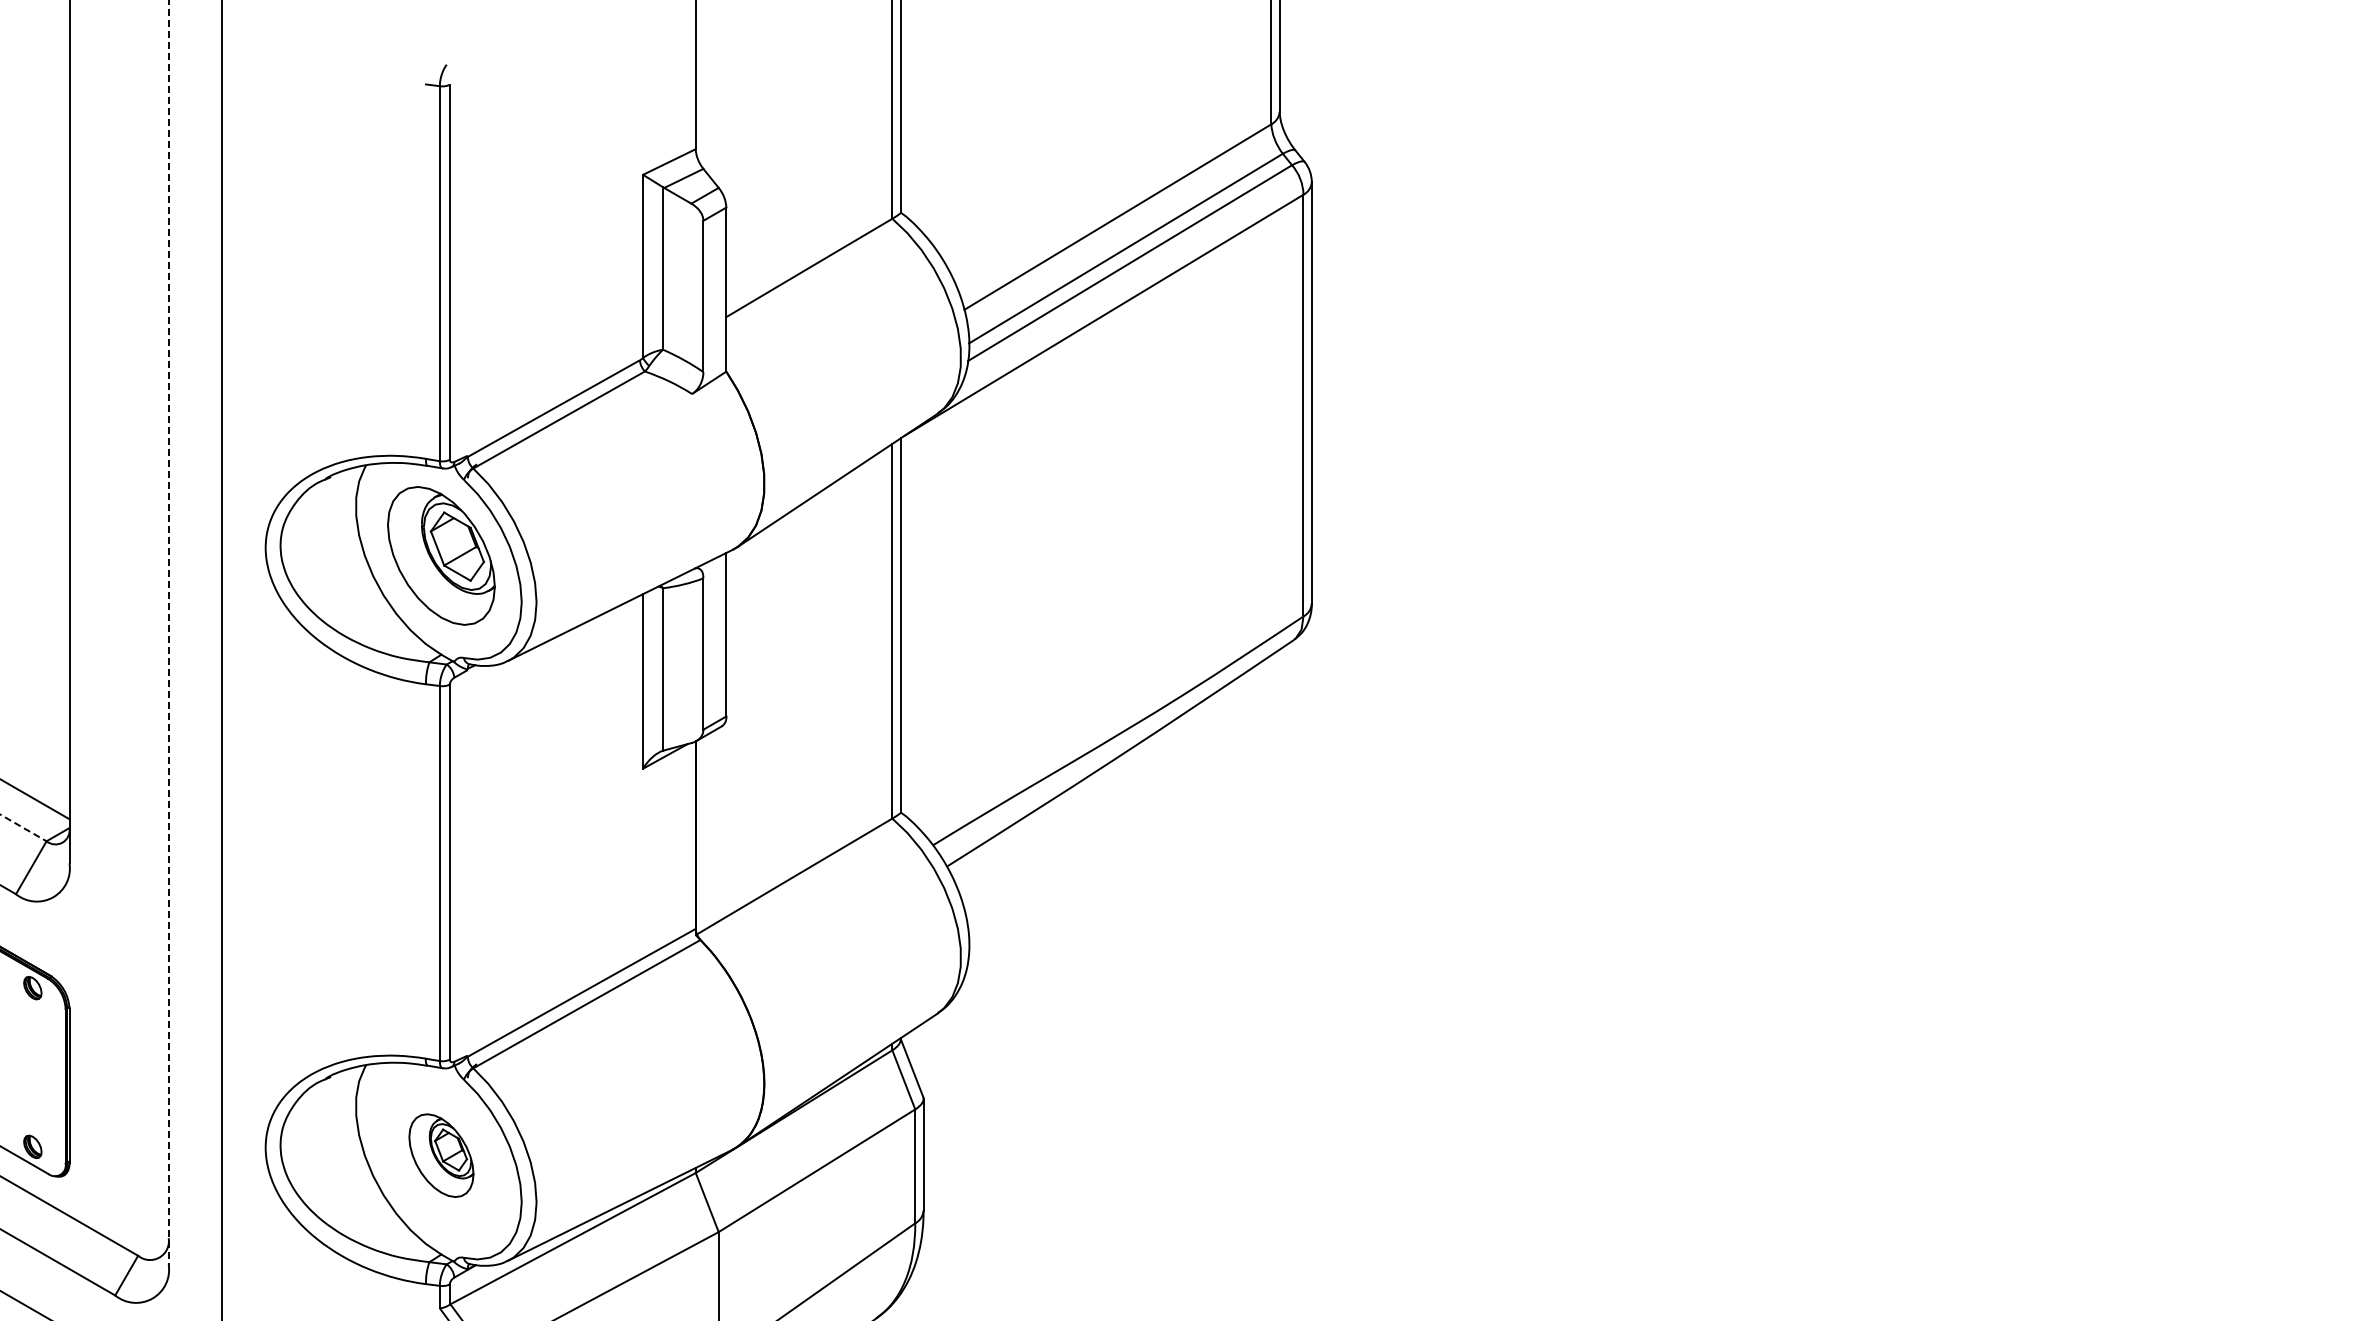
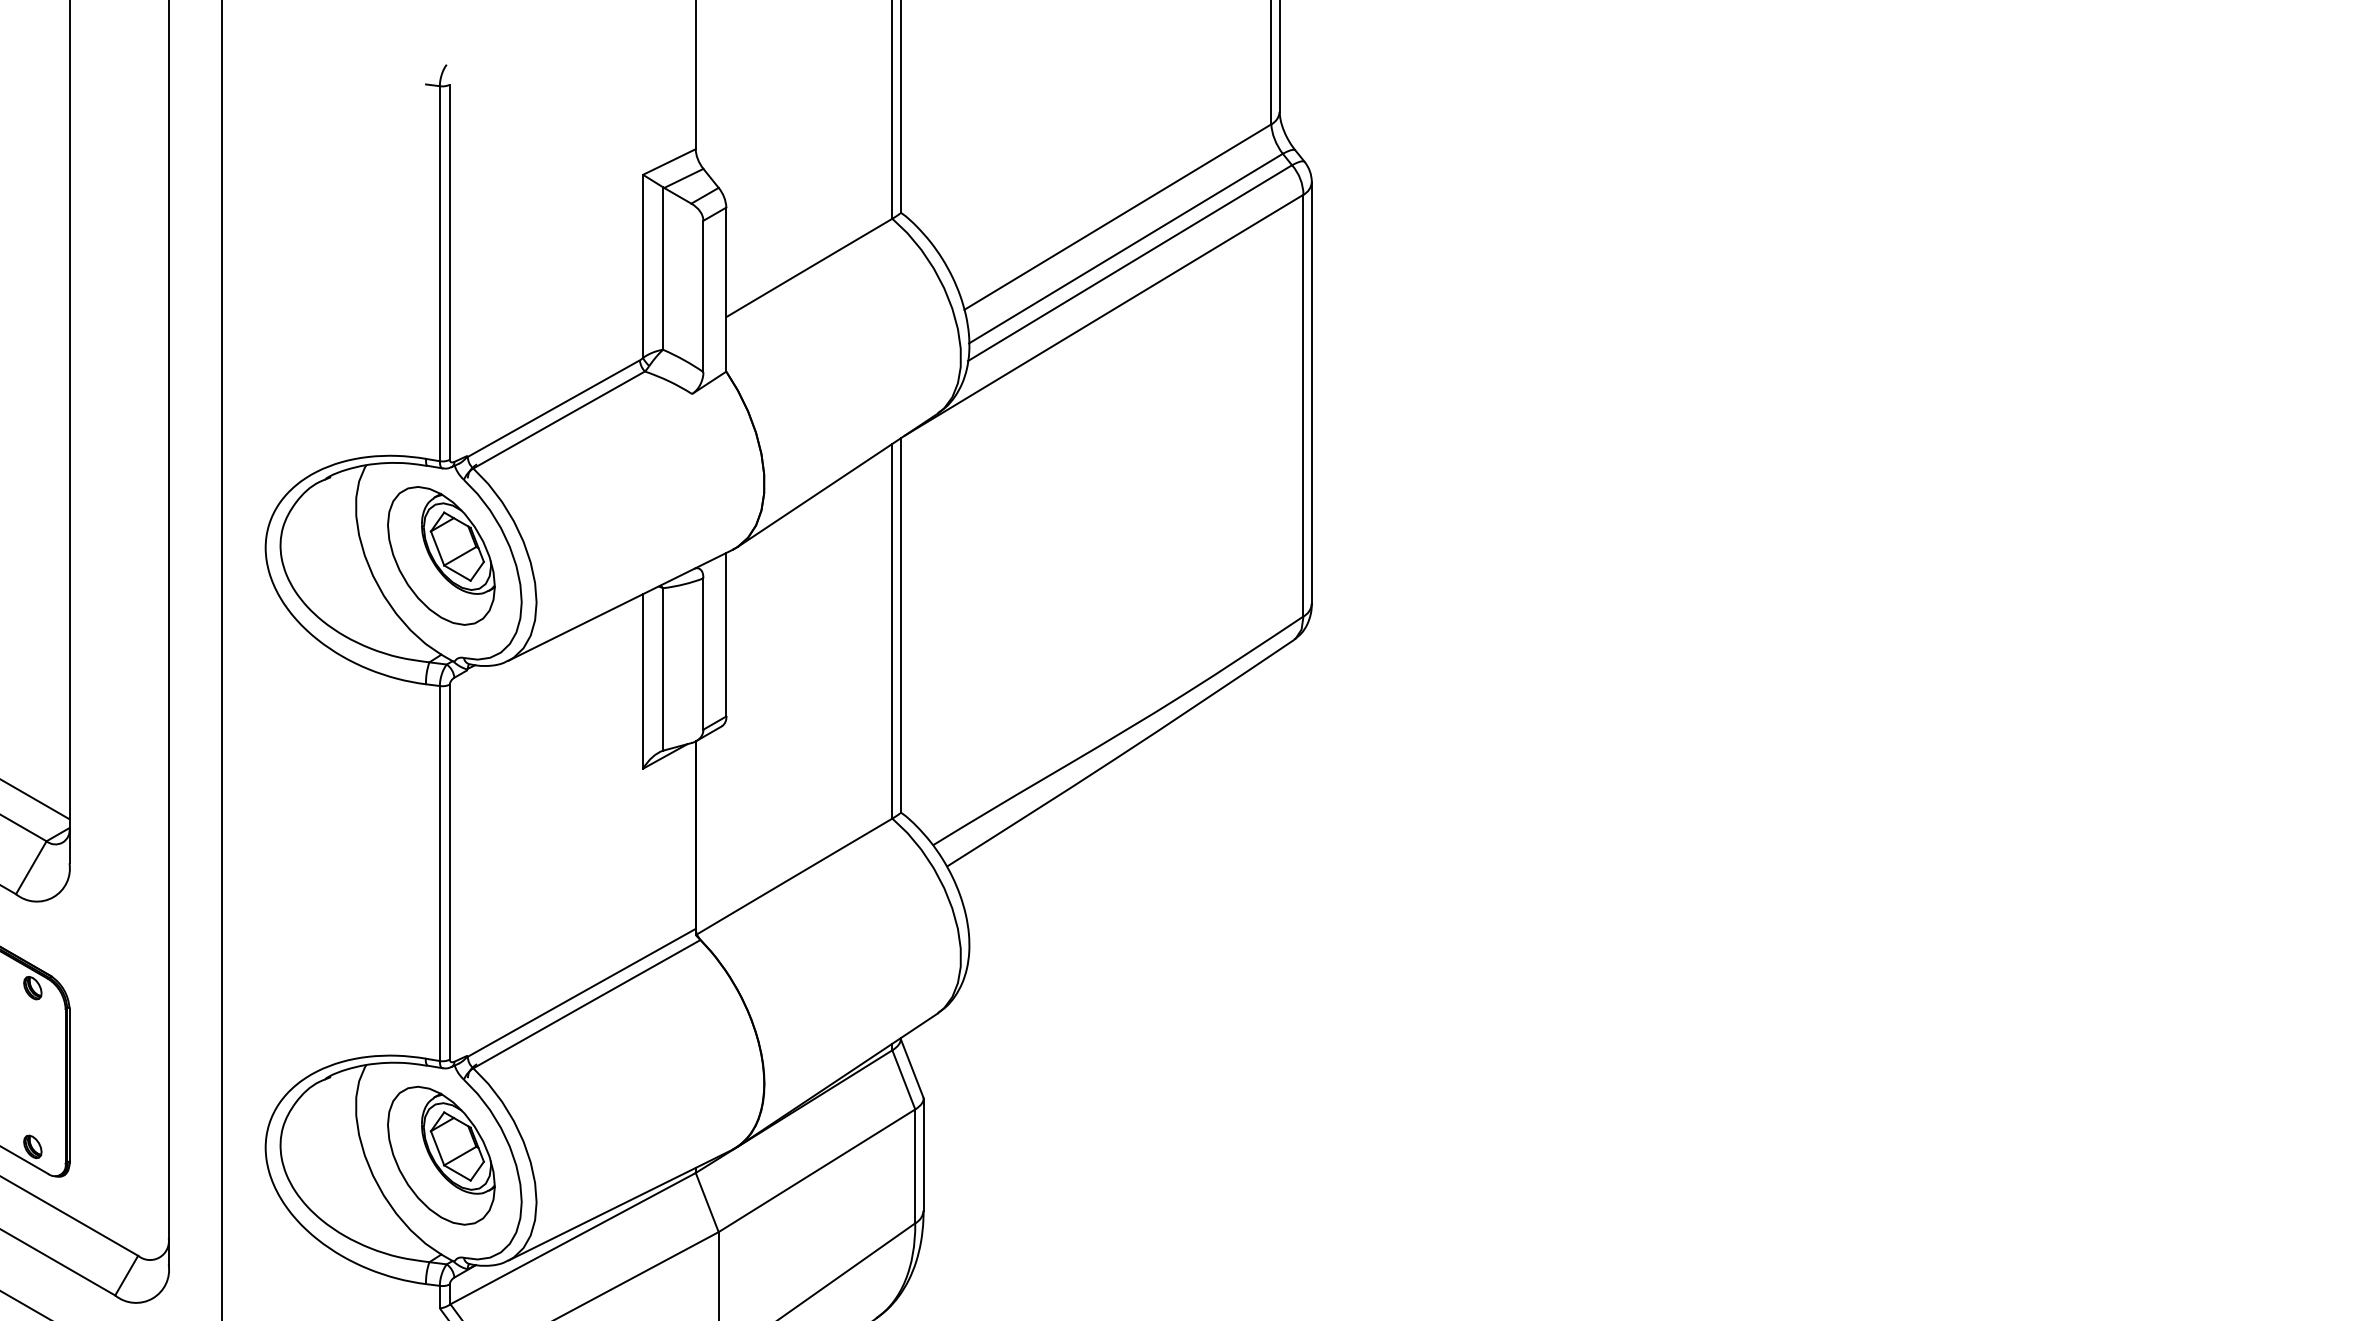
line at (168, 632): dashed -> solid
line at (24, 828): dashed -> solid
part at (441, 1155) size: 67x85 px -> 109x141 px
